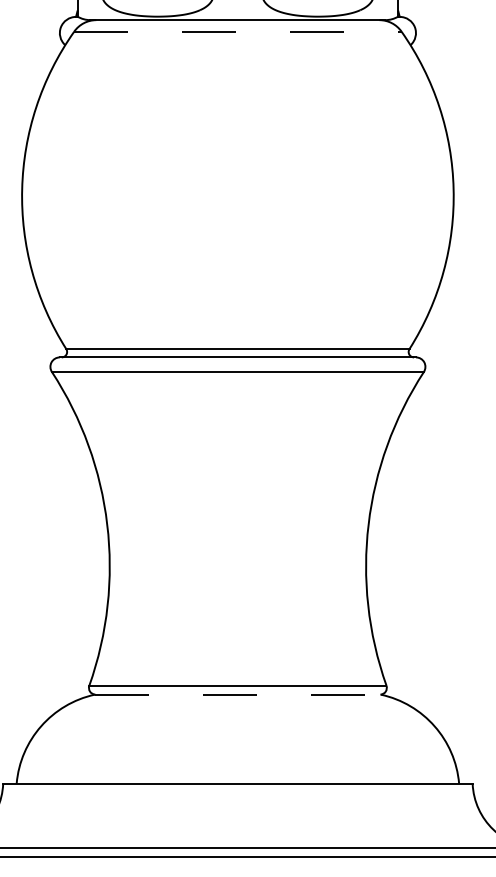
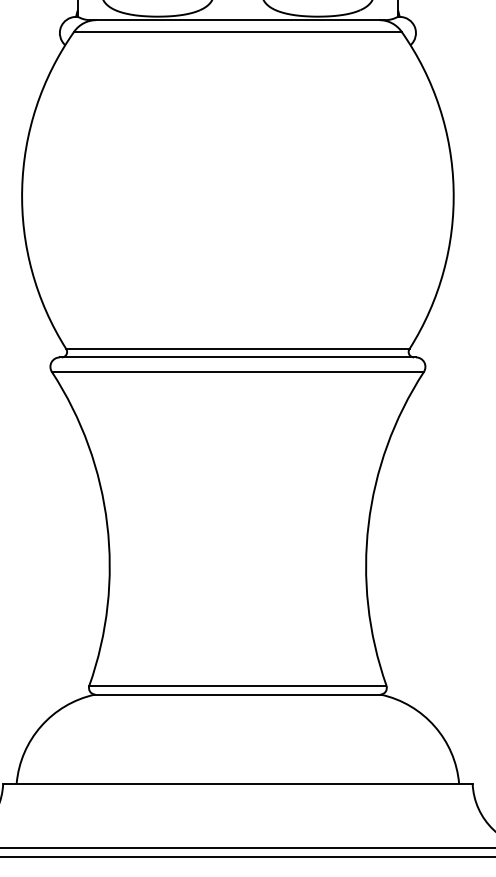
line at (237, 31): dashed -> solid
line at (237, 694): dashed -> solid
